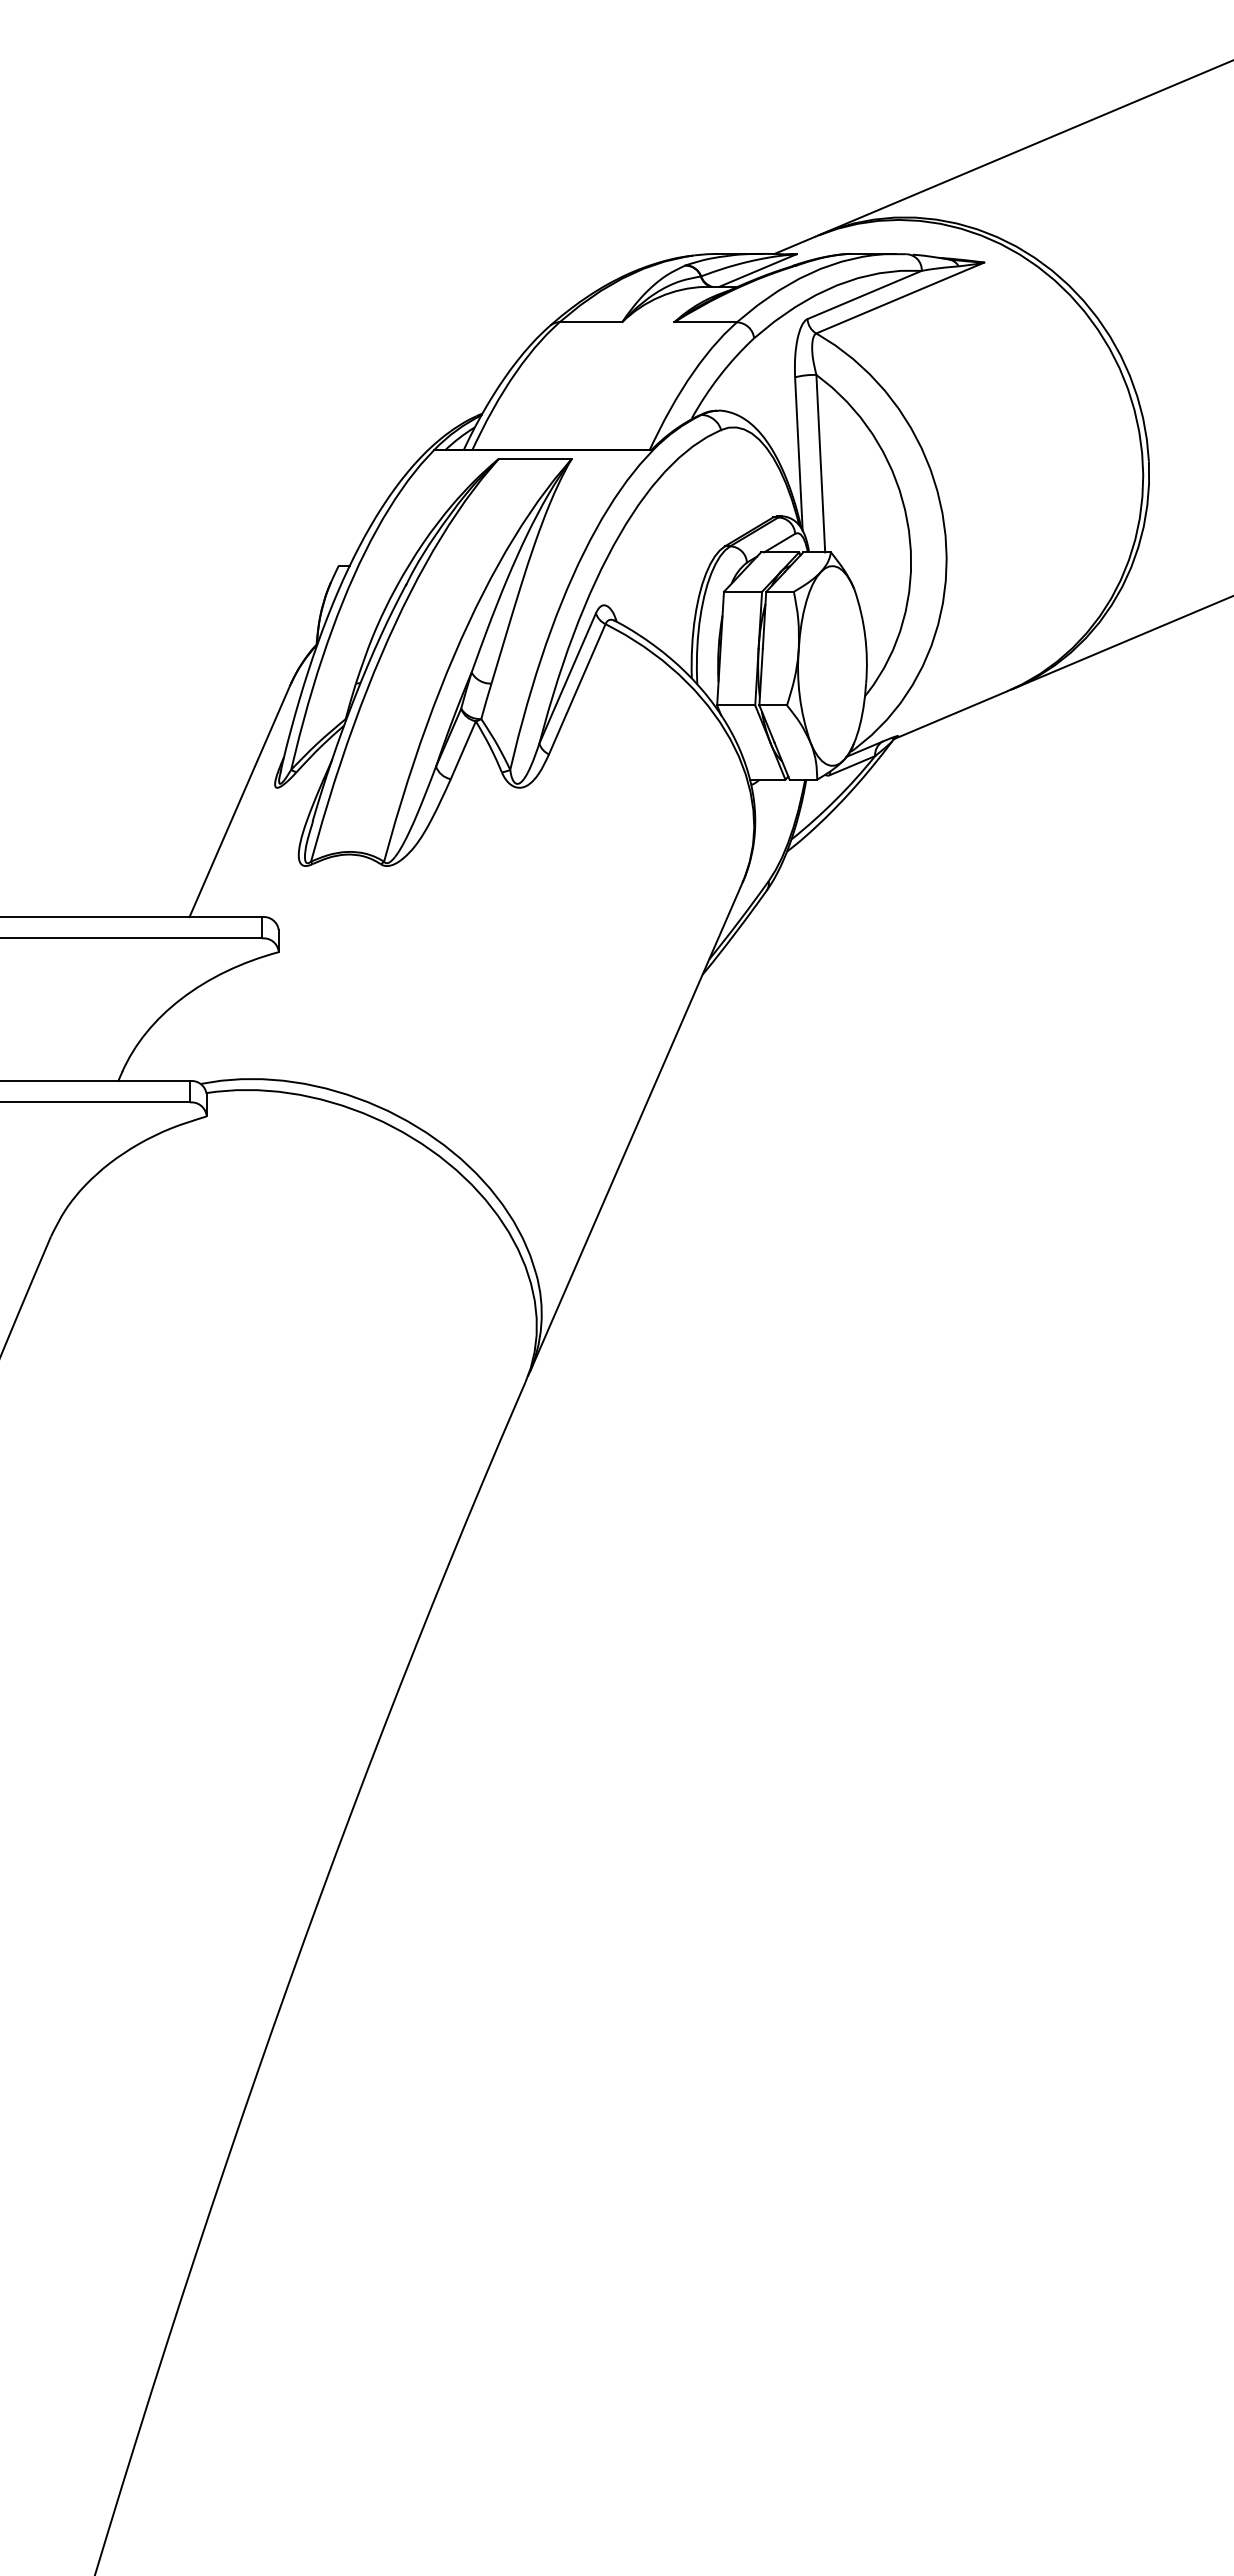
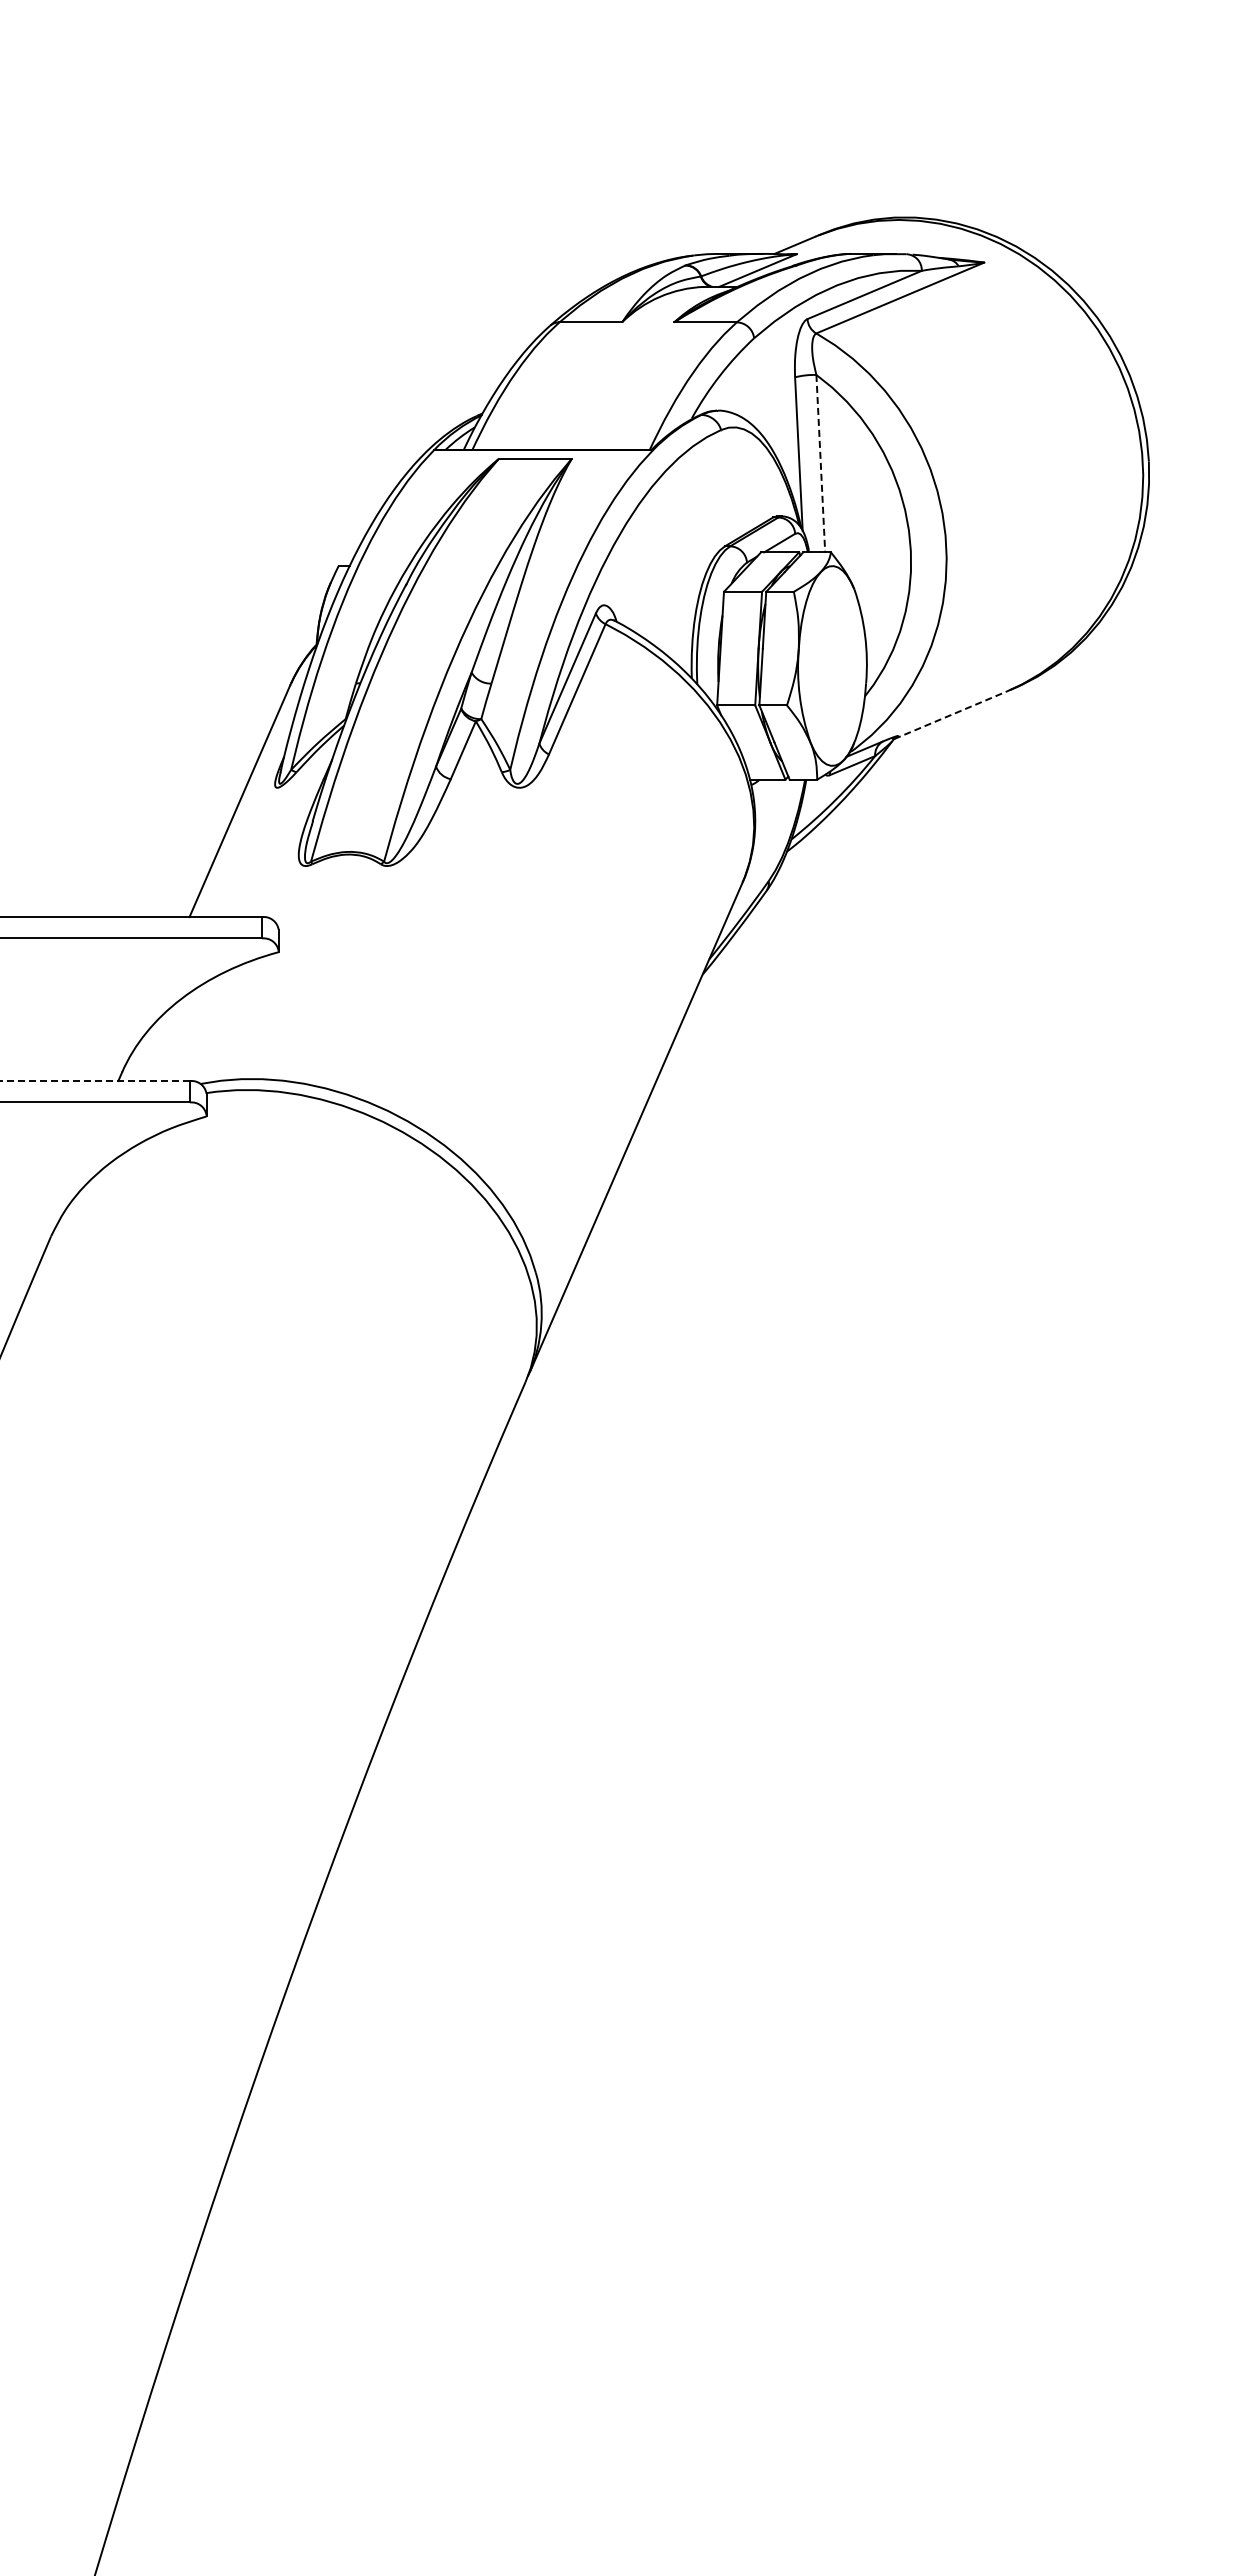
line at (1025, 147): present -> none
line at (820, 463): solid -> dashed
line at (1121, 642): present -> none
line at (951, 715): solid -> dashed
line at (94, 1081): solid -> dashed
